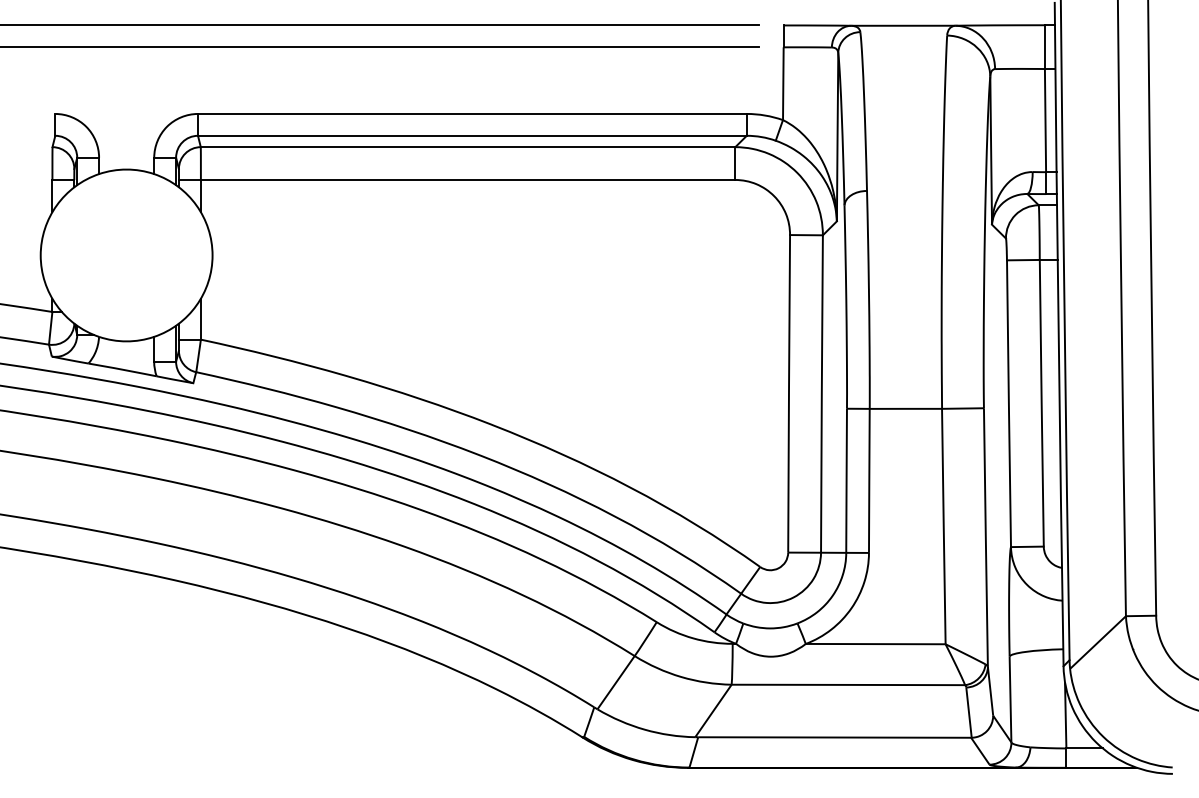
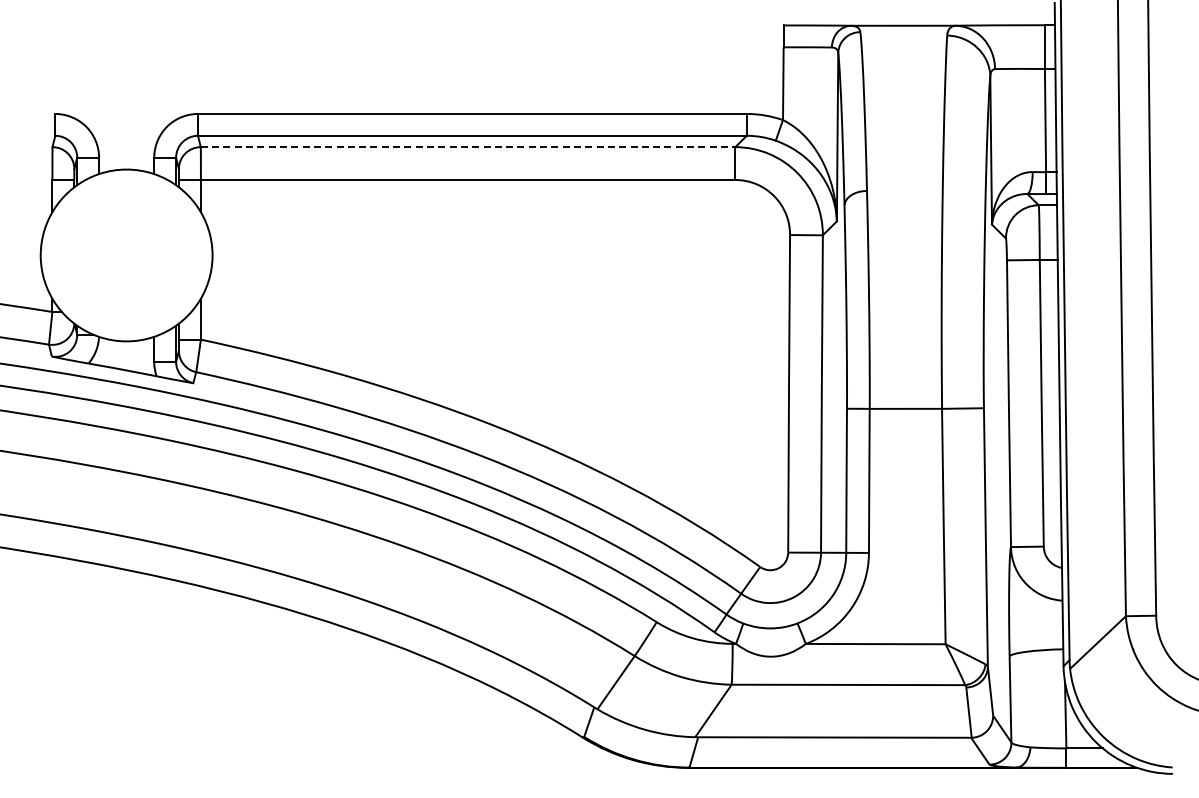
line at (380, 25): present -> none
line at (380, 47): present -> none
line at (468, 147): solid -> dashed
